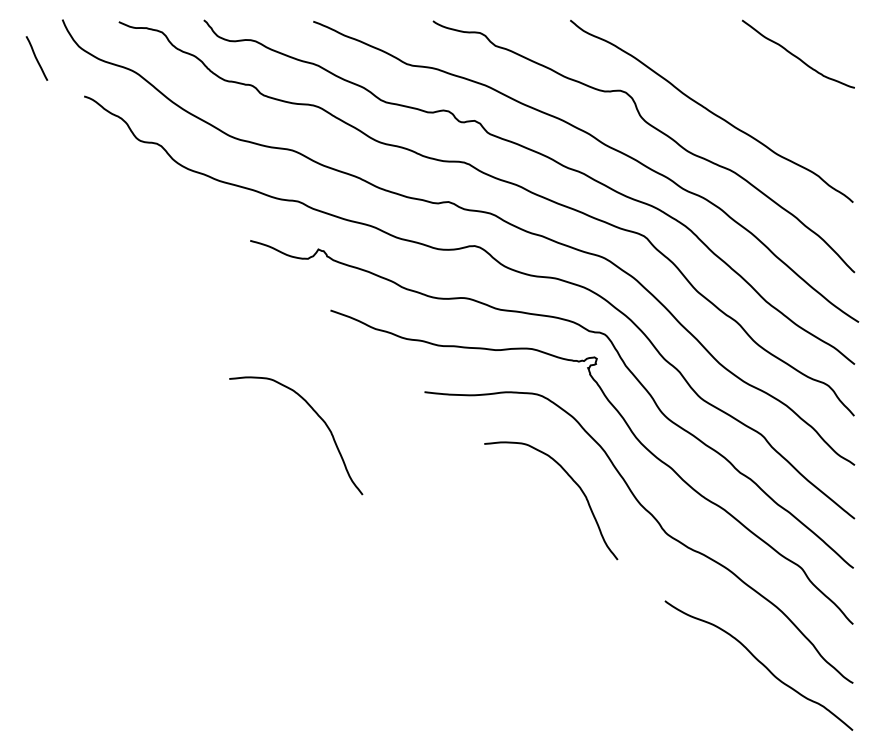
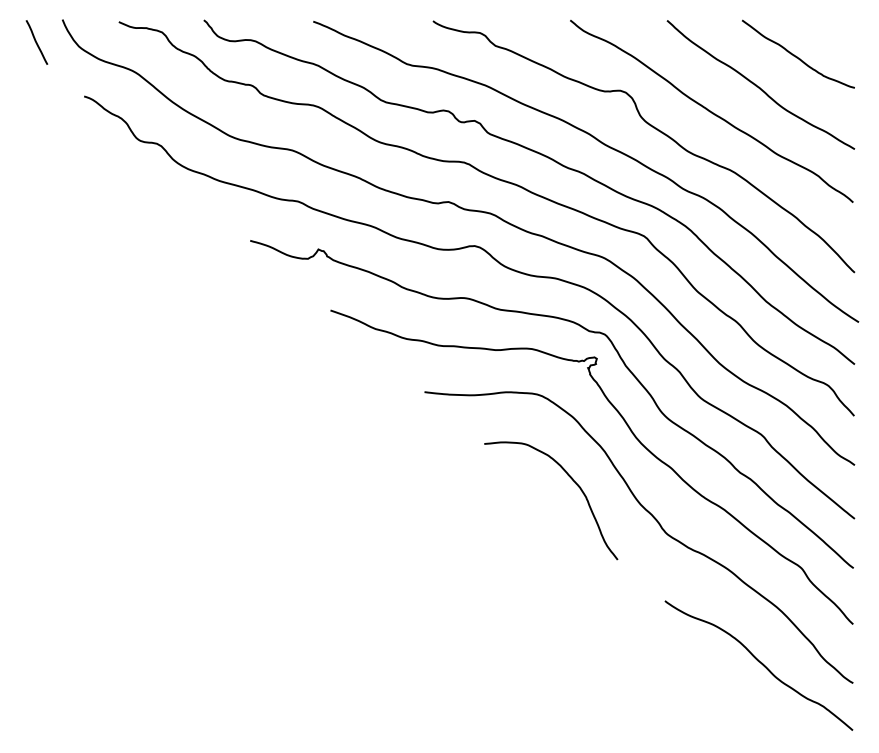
line at (36, 58) position: (36, 58) -> (36, 42)
curve at (759, 86): none -> present
curve at (320, 419): present -> none
